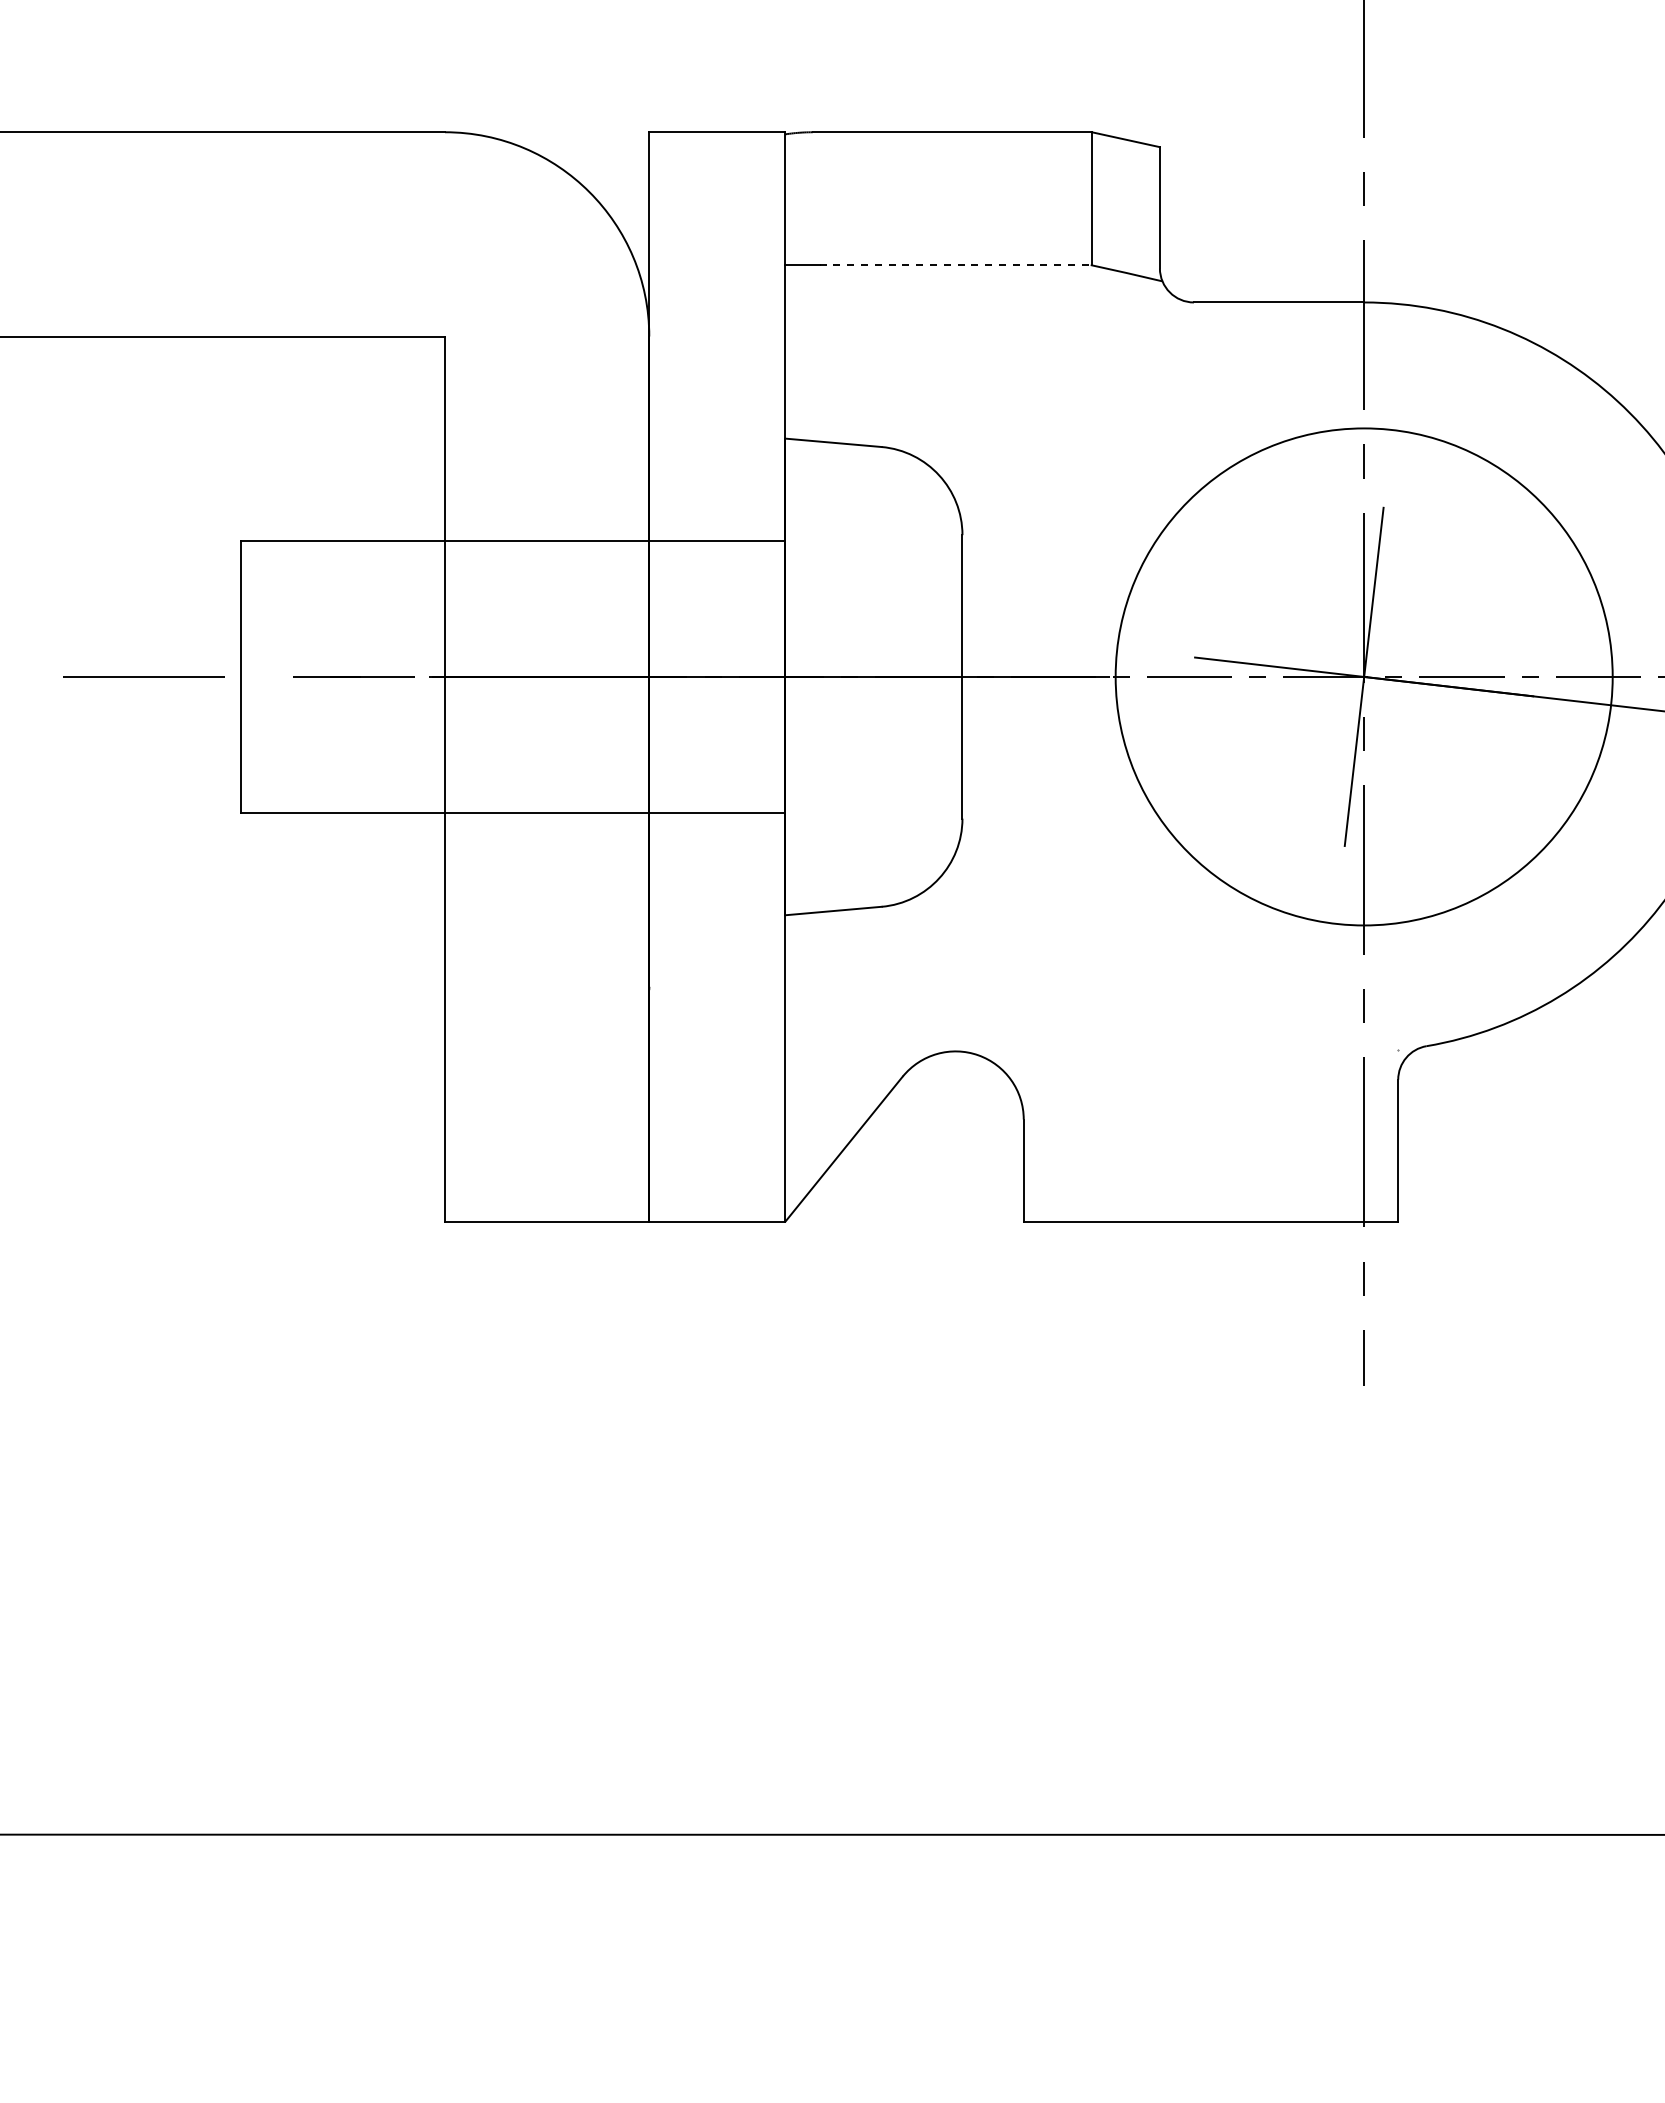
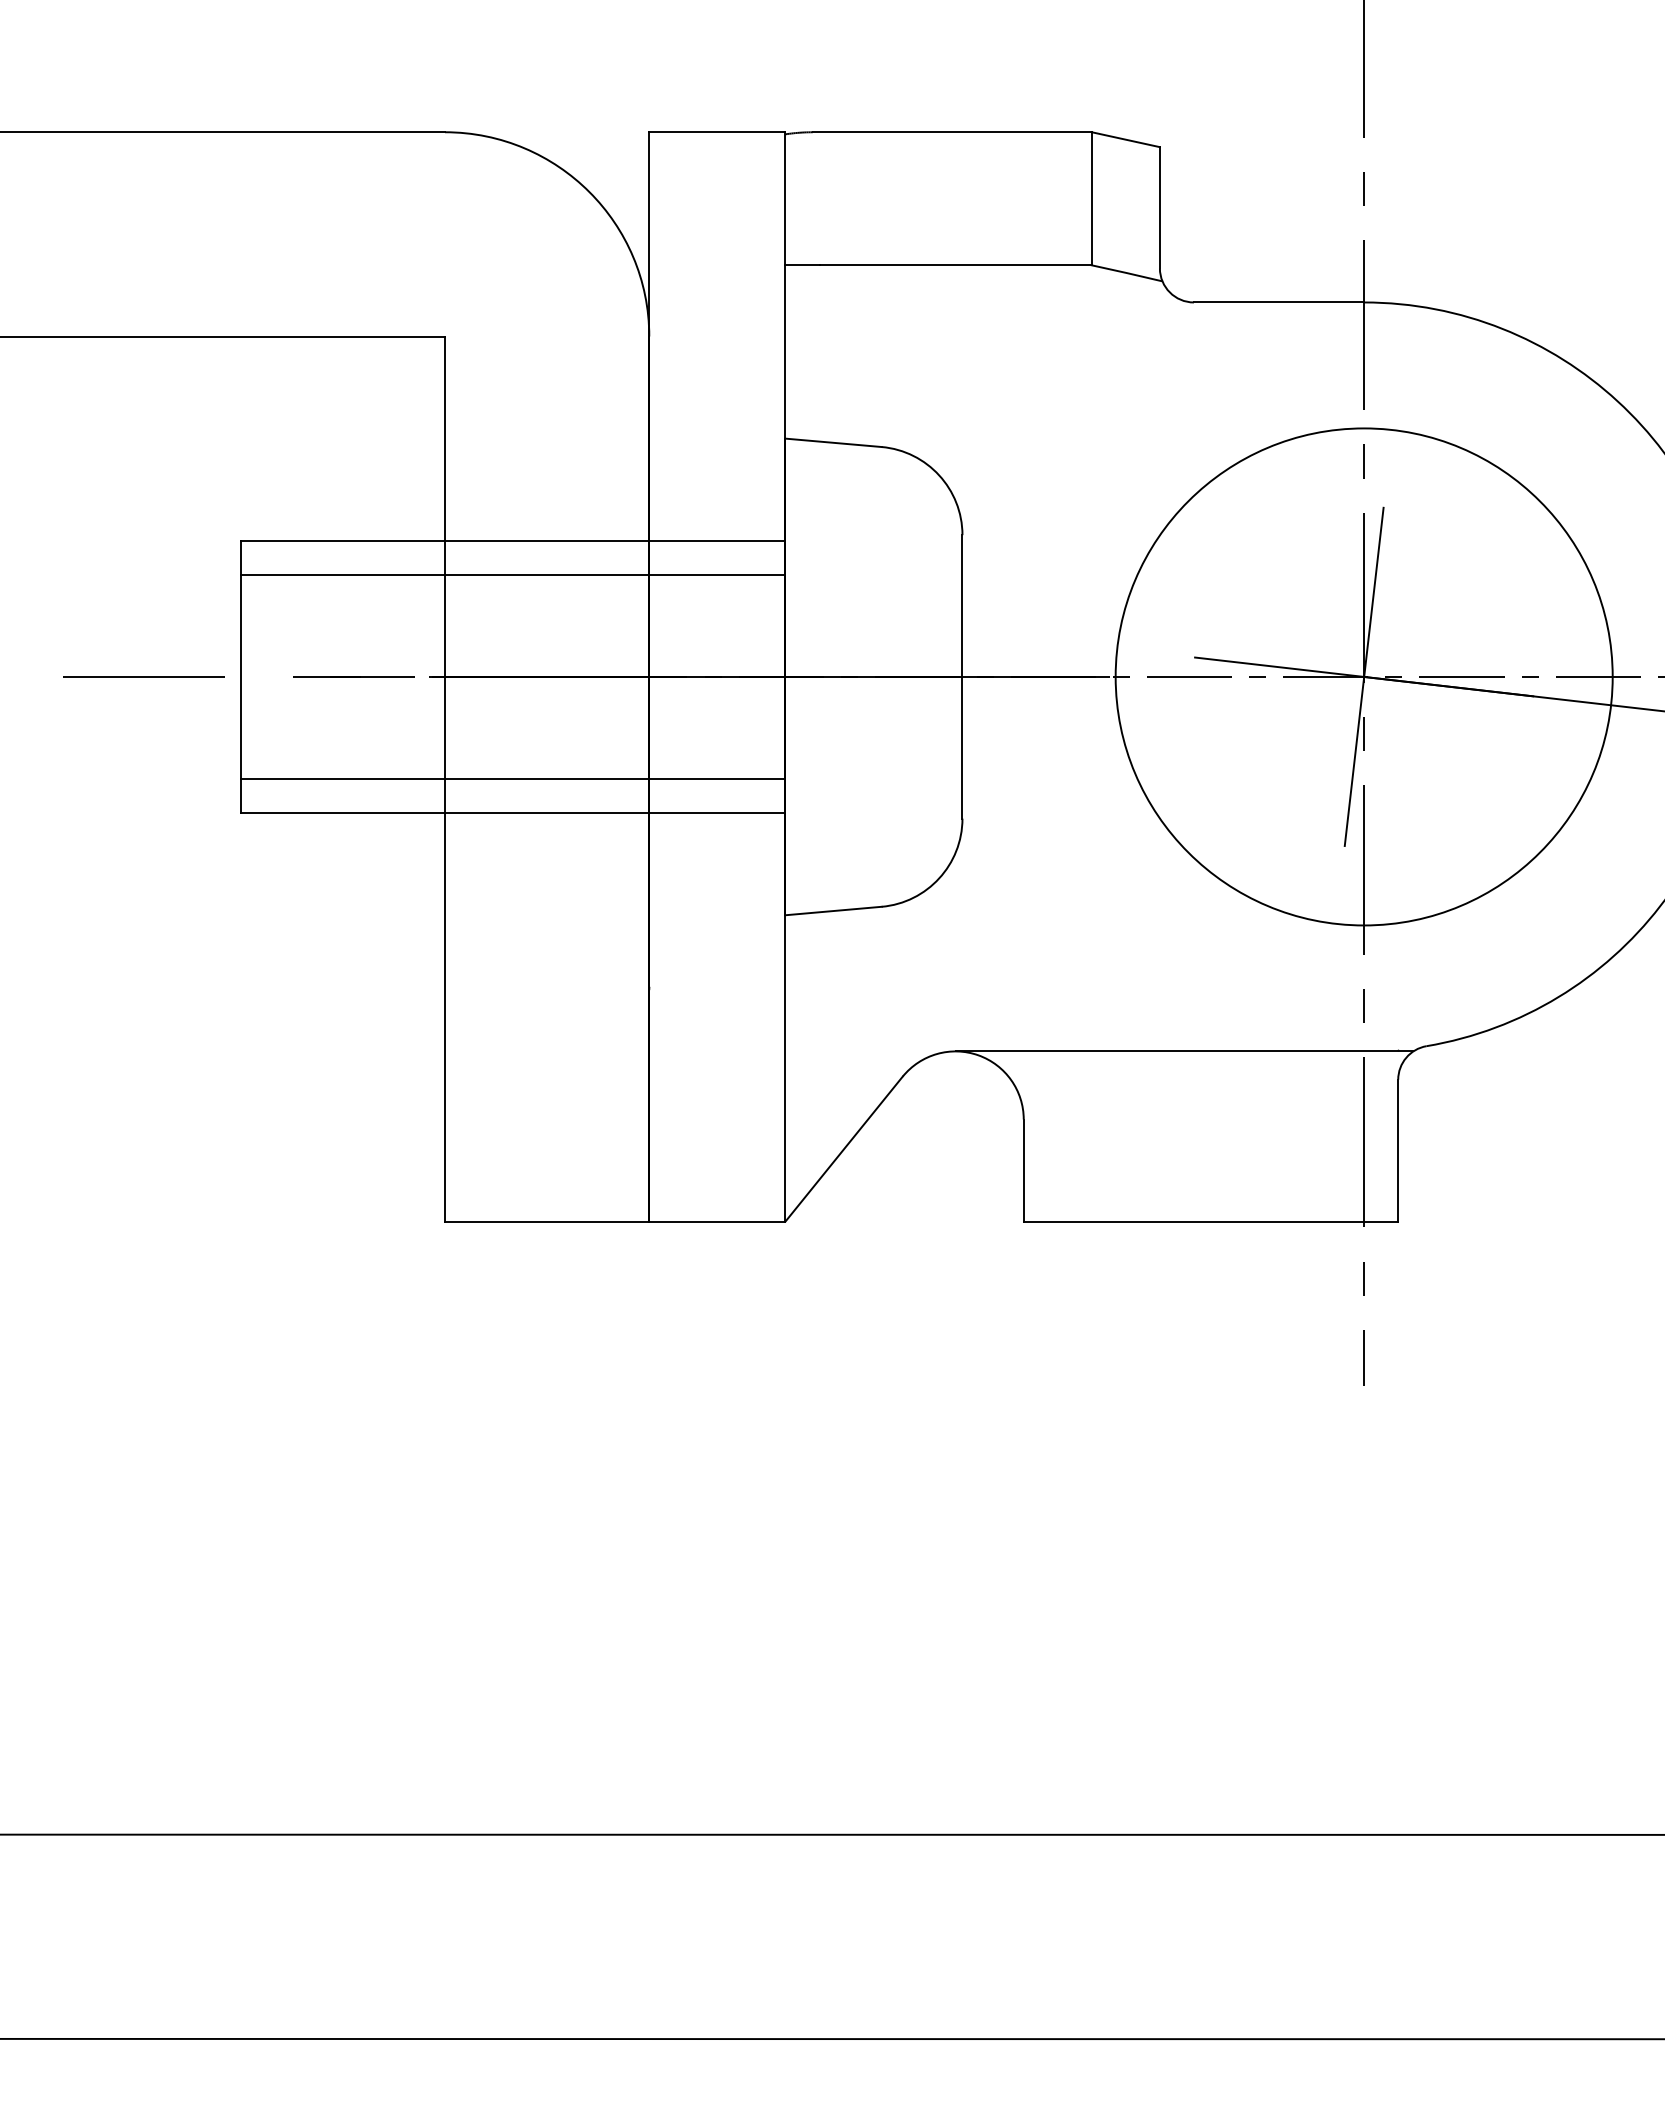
line at (956, 265): dashed -> solid
line at (512, 574): none -> present
line at (512, 779): none -> present
line at (1184, 1051): none -> present
line at (831, 2038): none -> present
